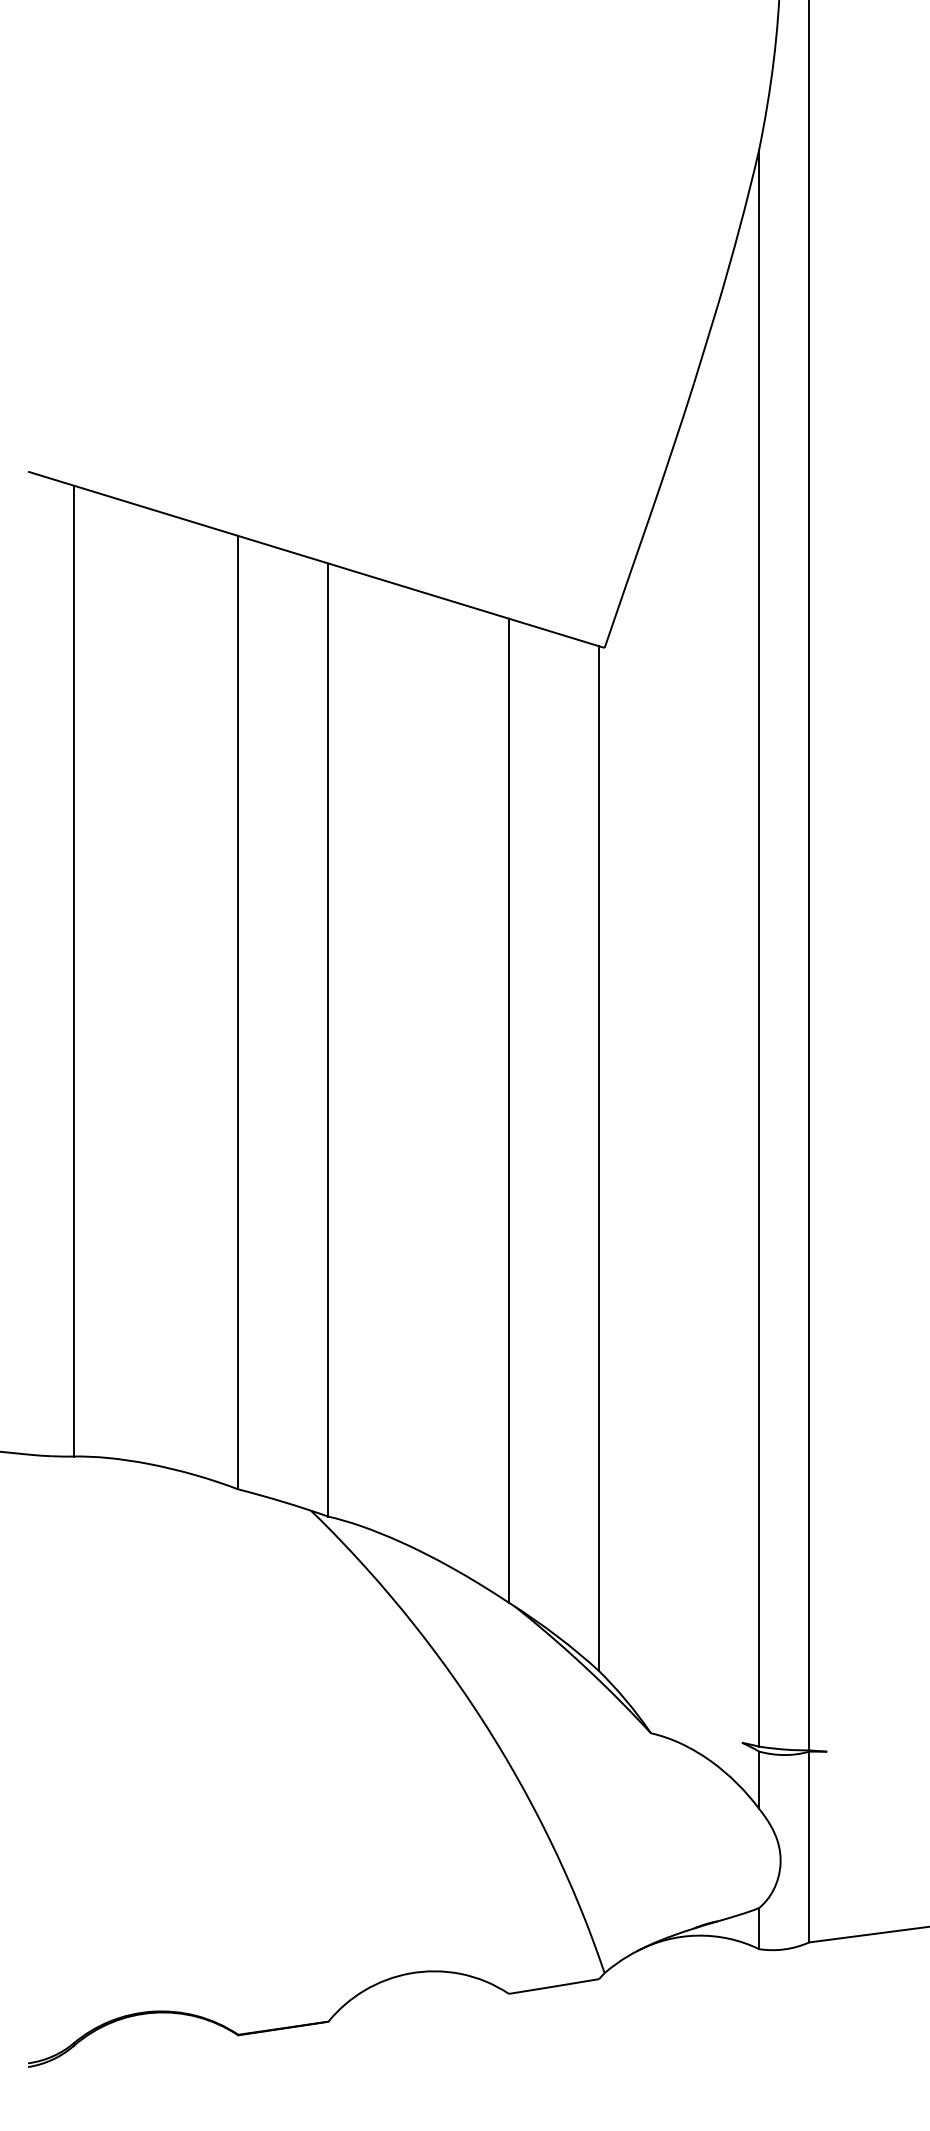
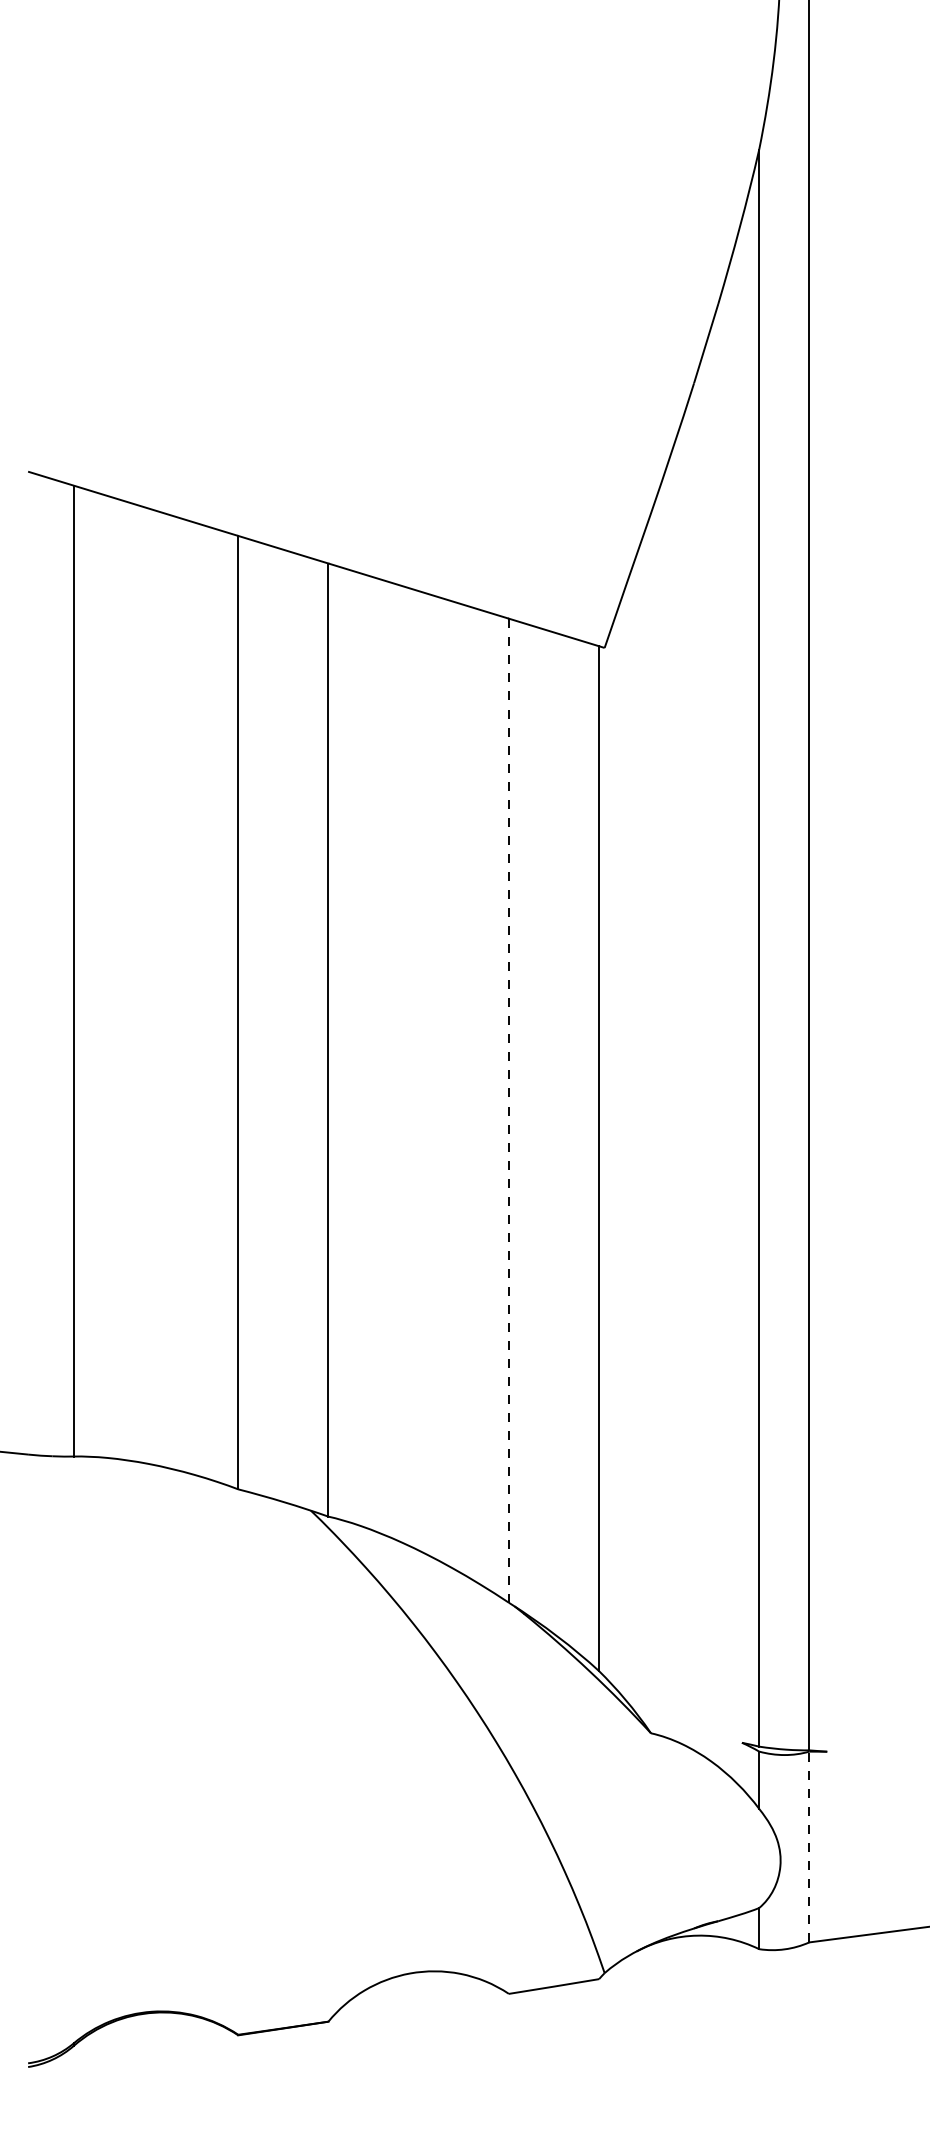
line at (508, 1110): solid -> dashed
line at (809, 1846): solid -> dashed
